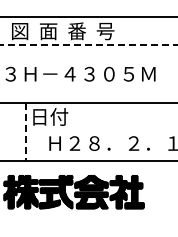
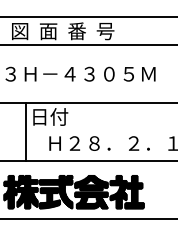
line at (89, 45): dashed -> solid
line at (26, 132): dashed -> solid
line at (88, 218): none -> present
